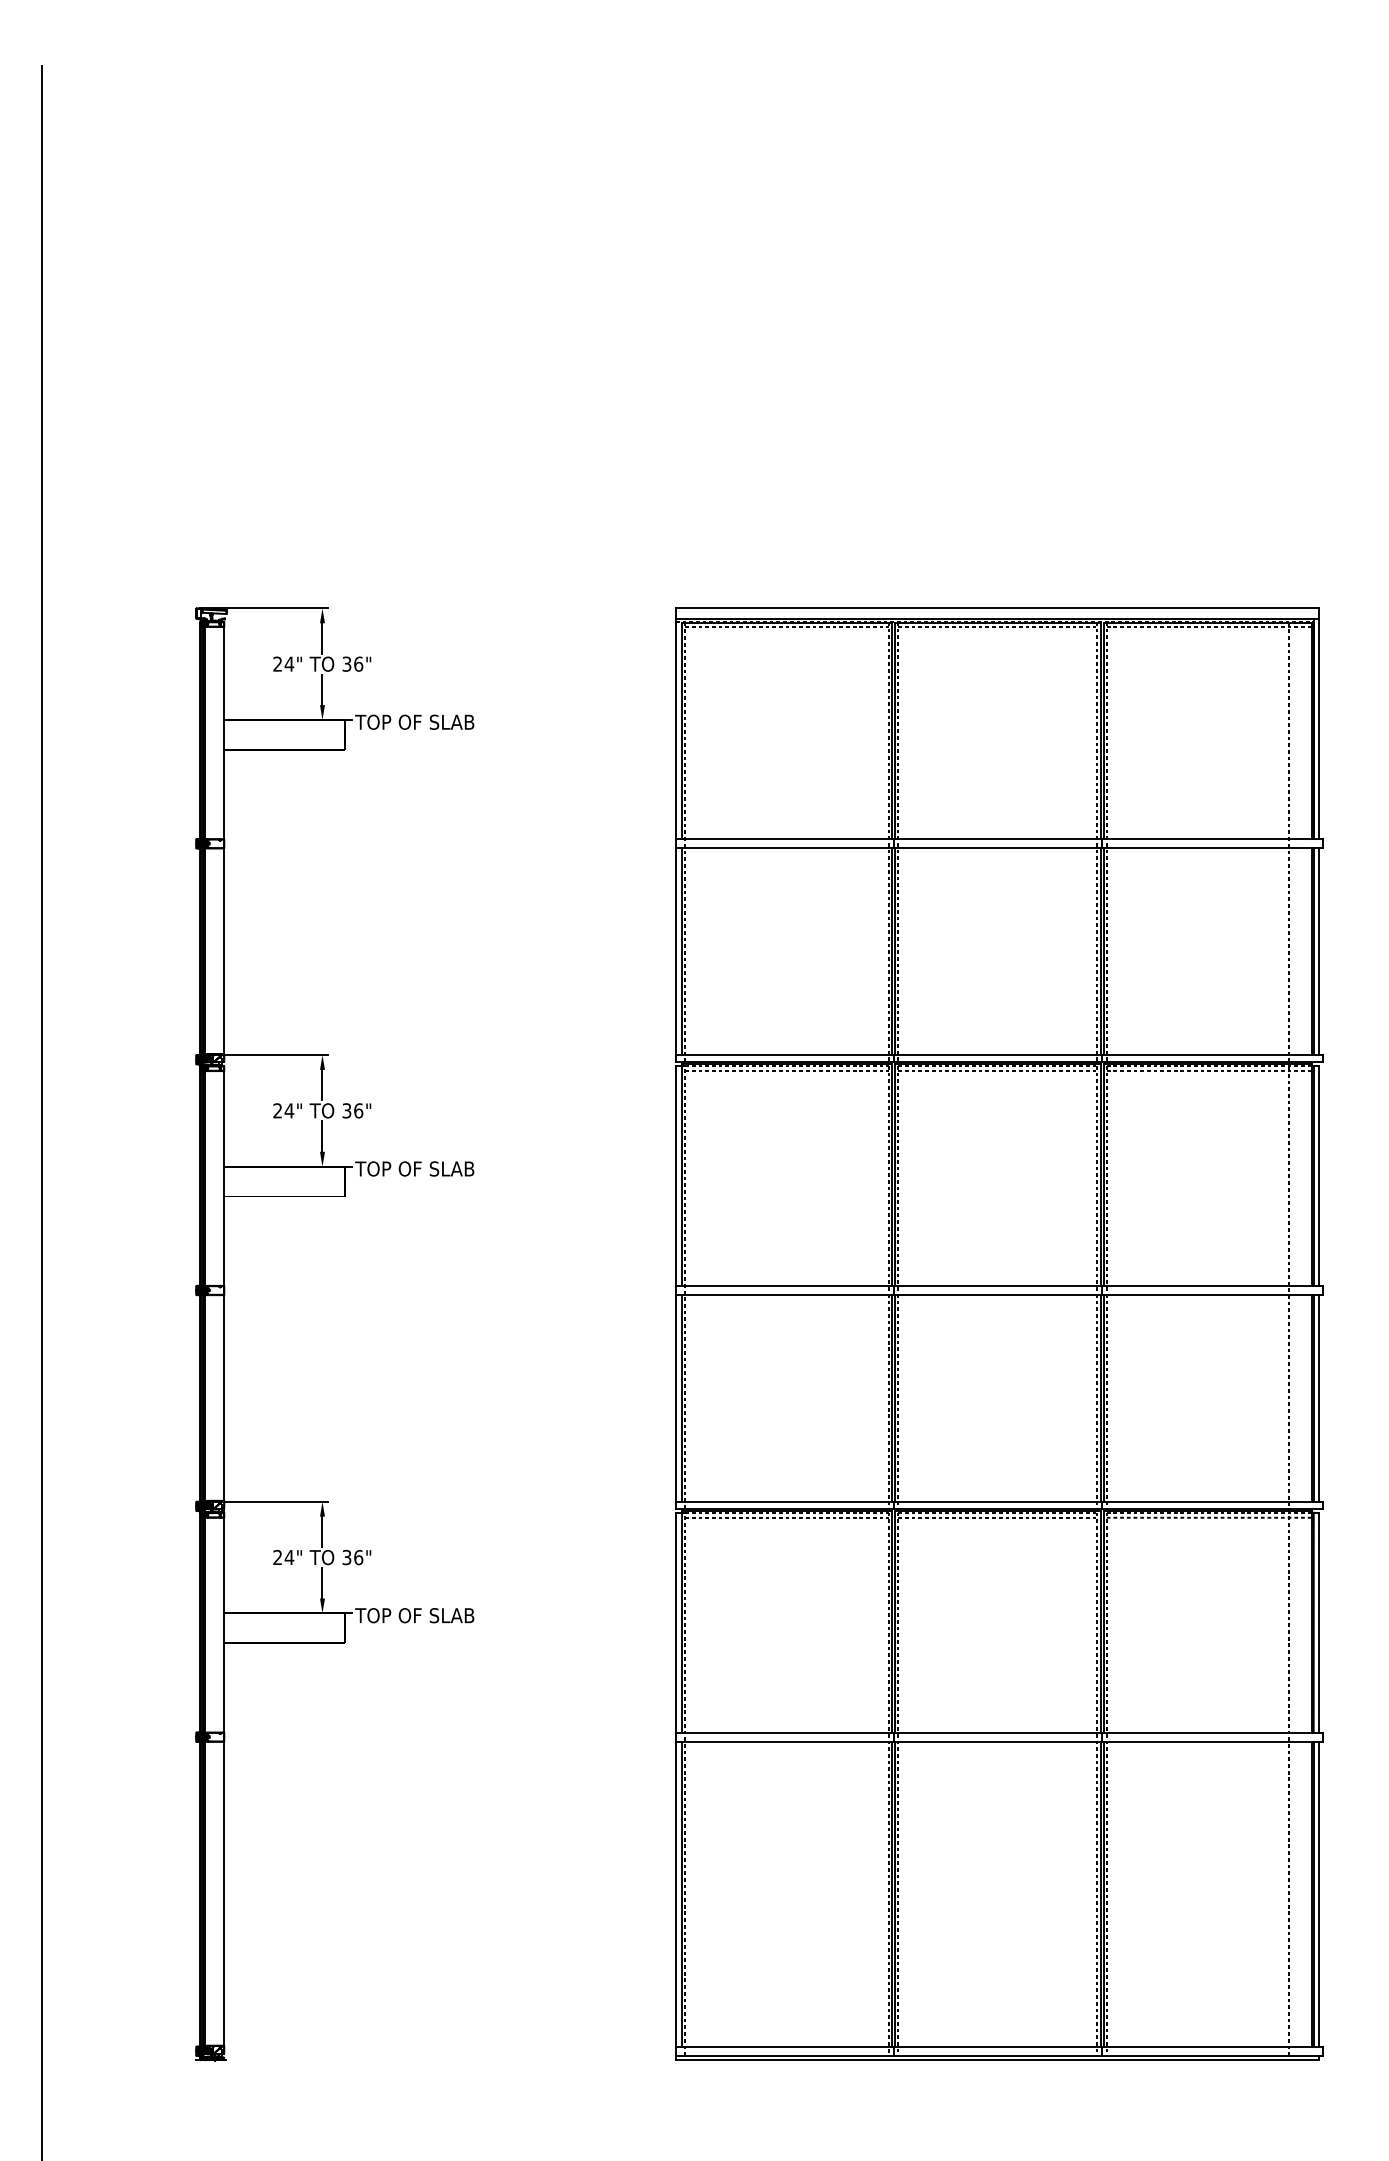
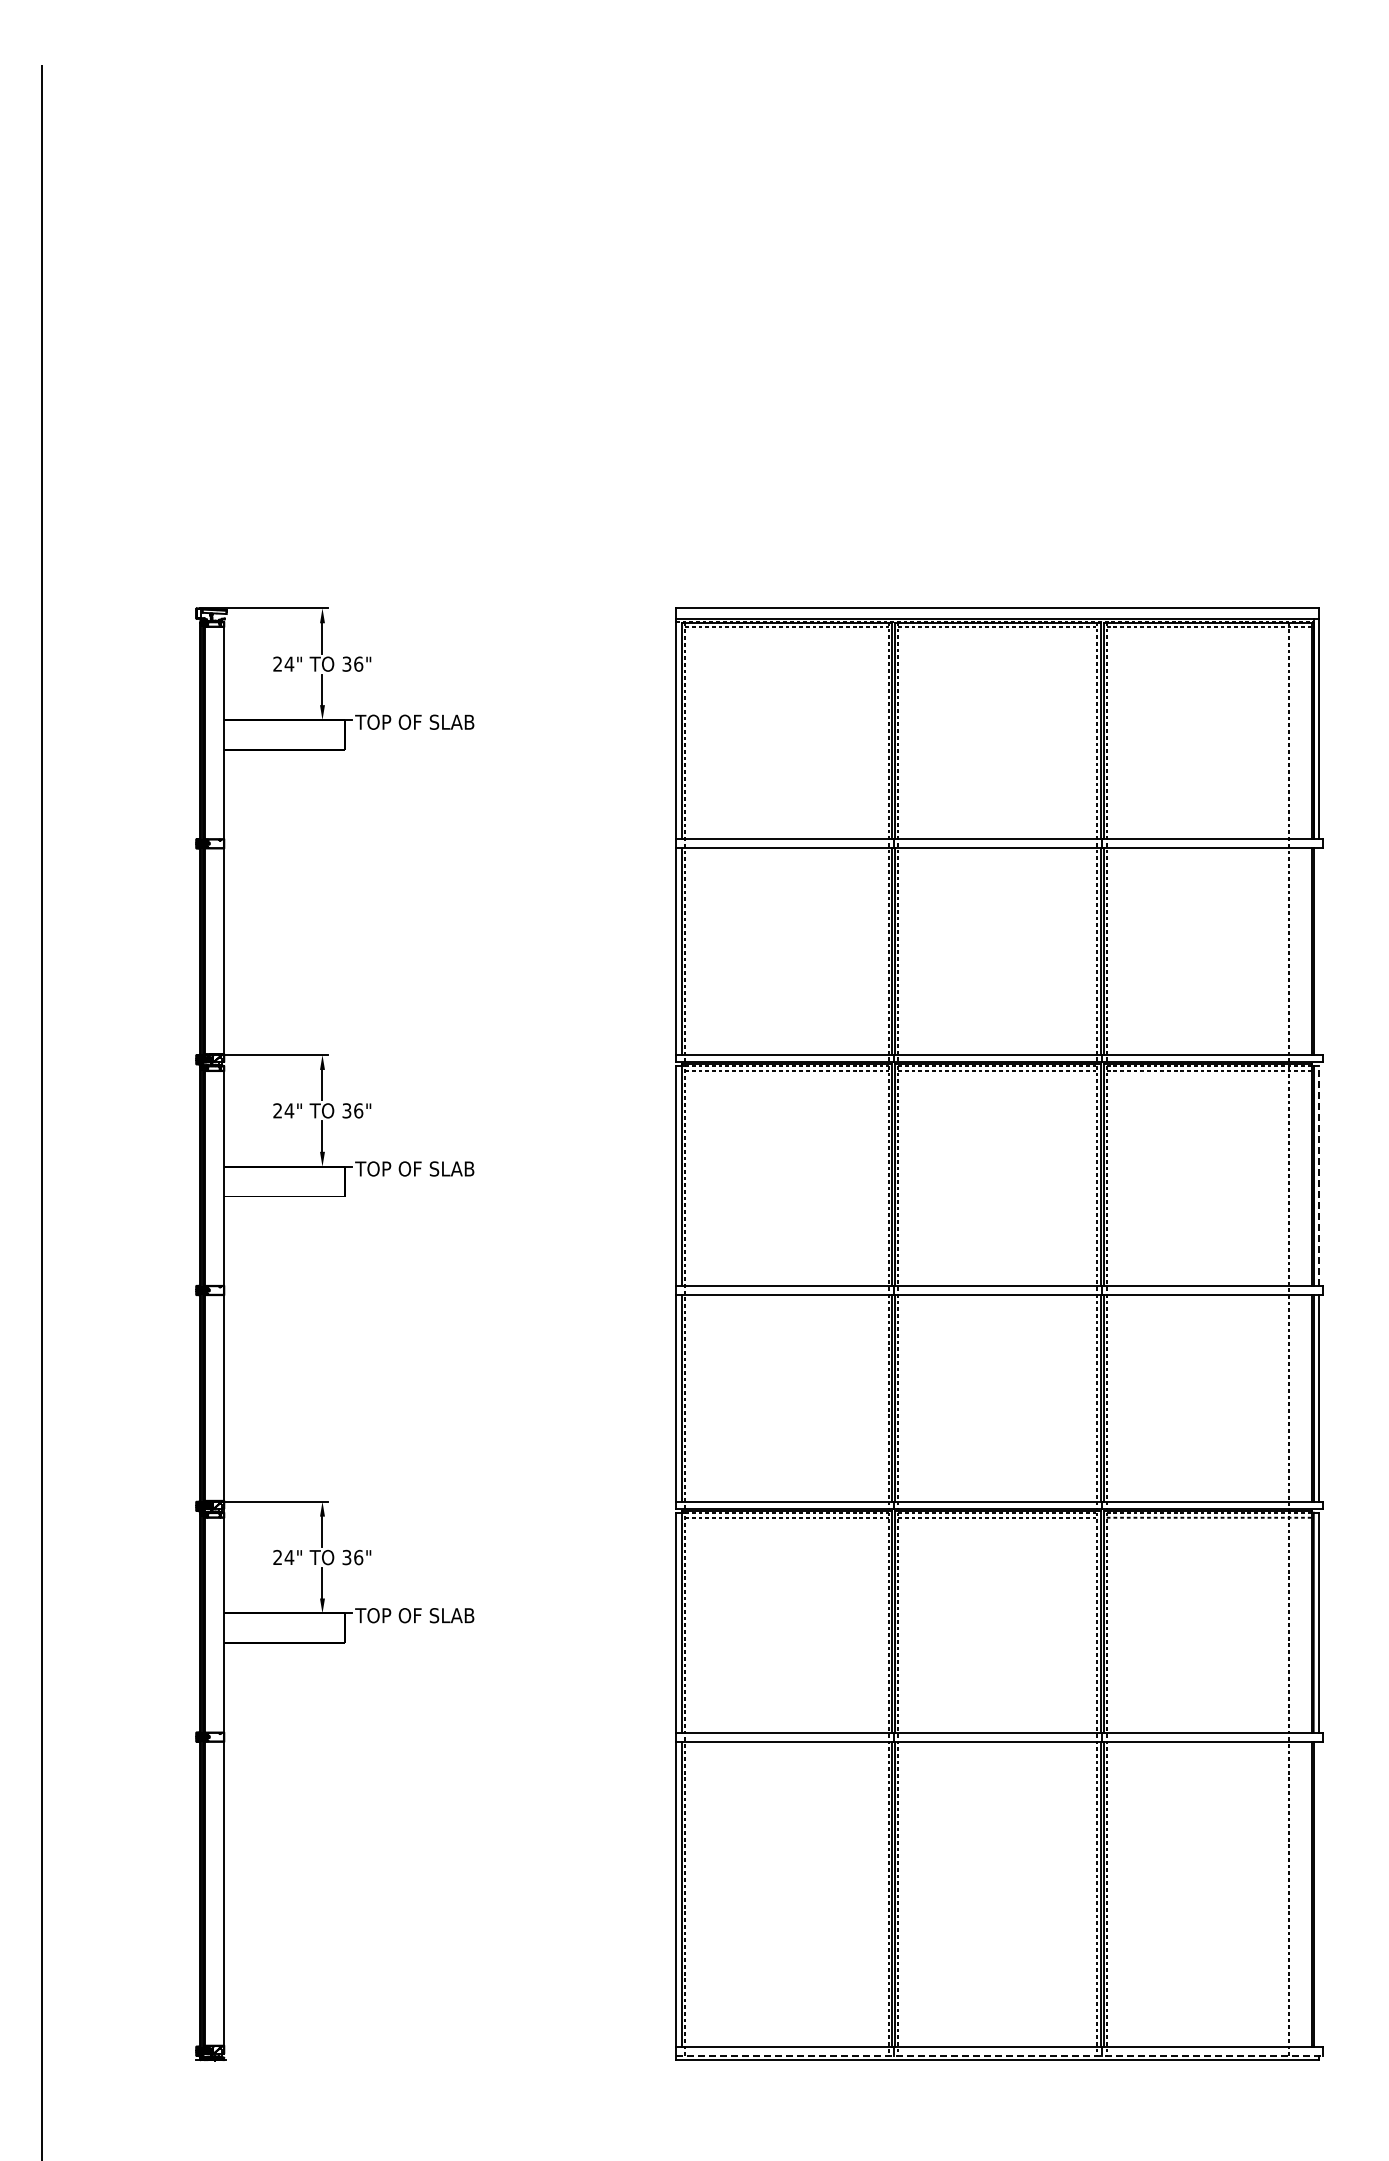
line at (1318, 951): present -> none
line at (1318, 1175): solid -> dashed
line at (1318, 1893): present -> none
line at (999, 2055): solid -> dashed
